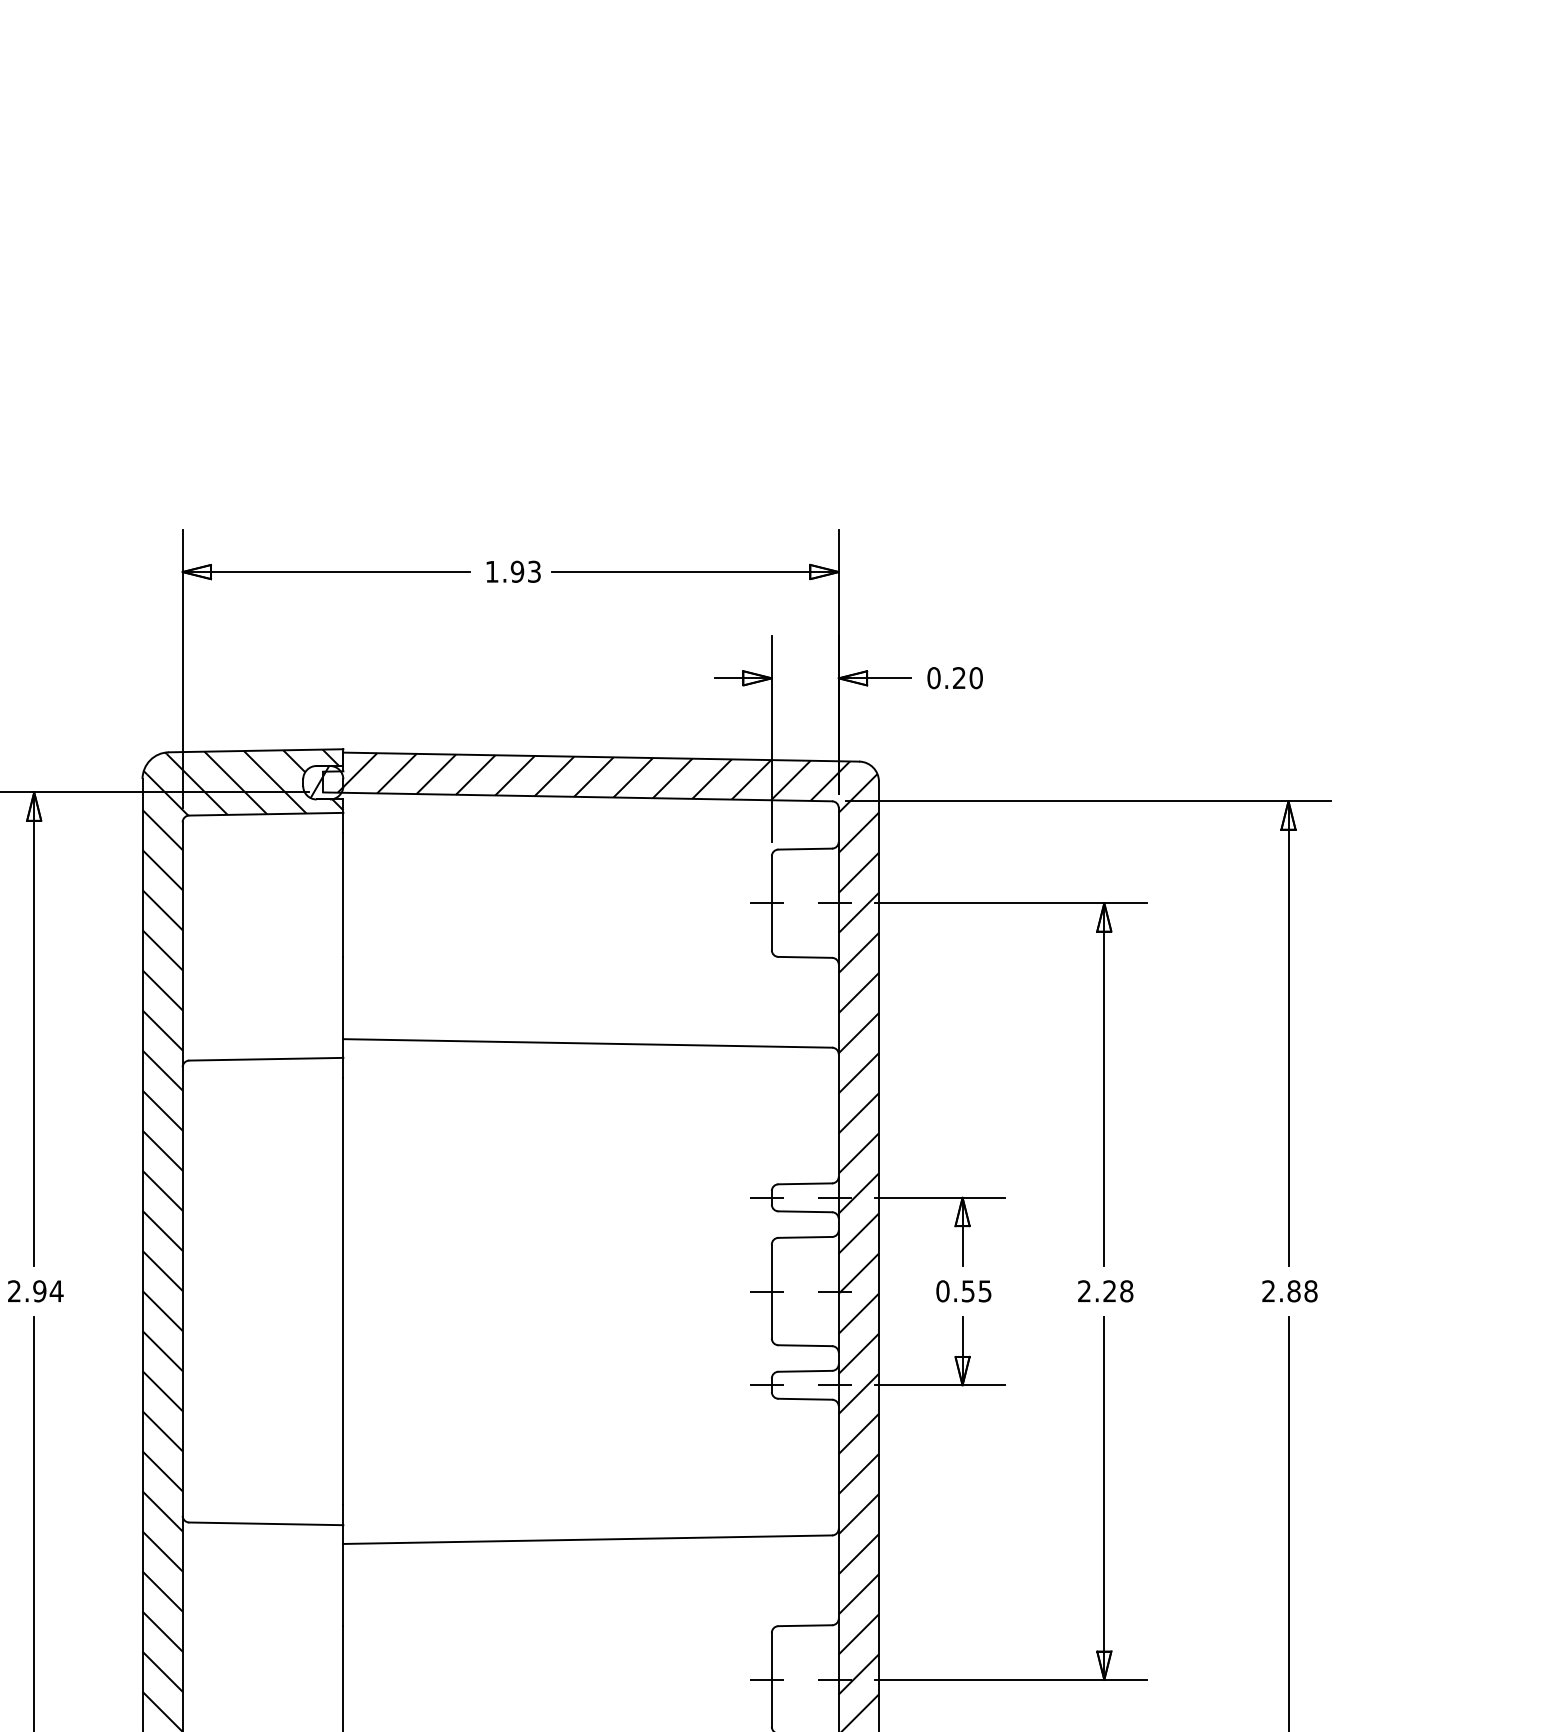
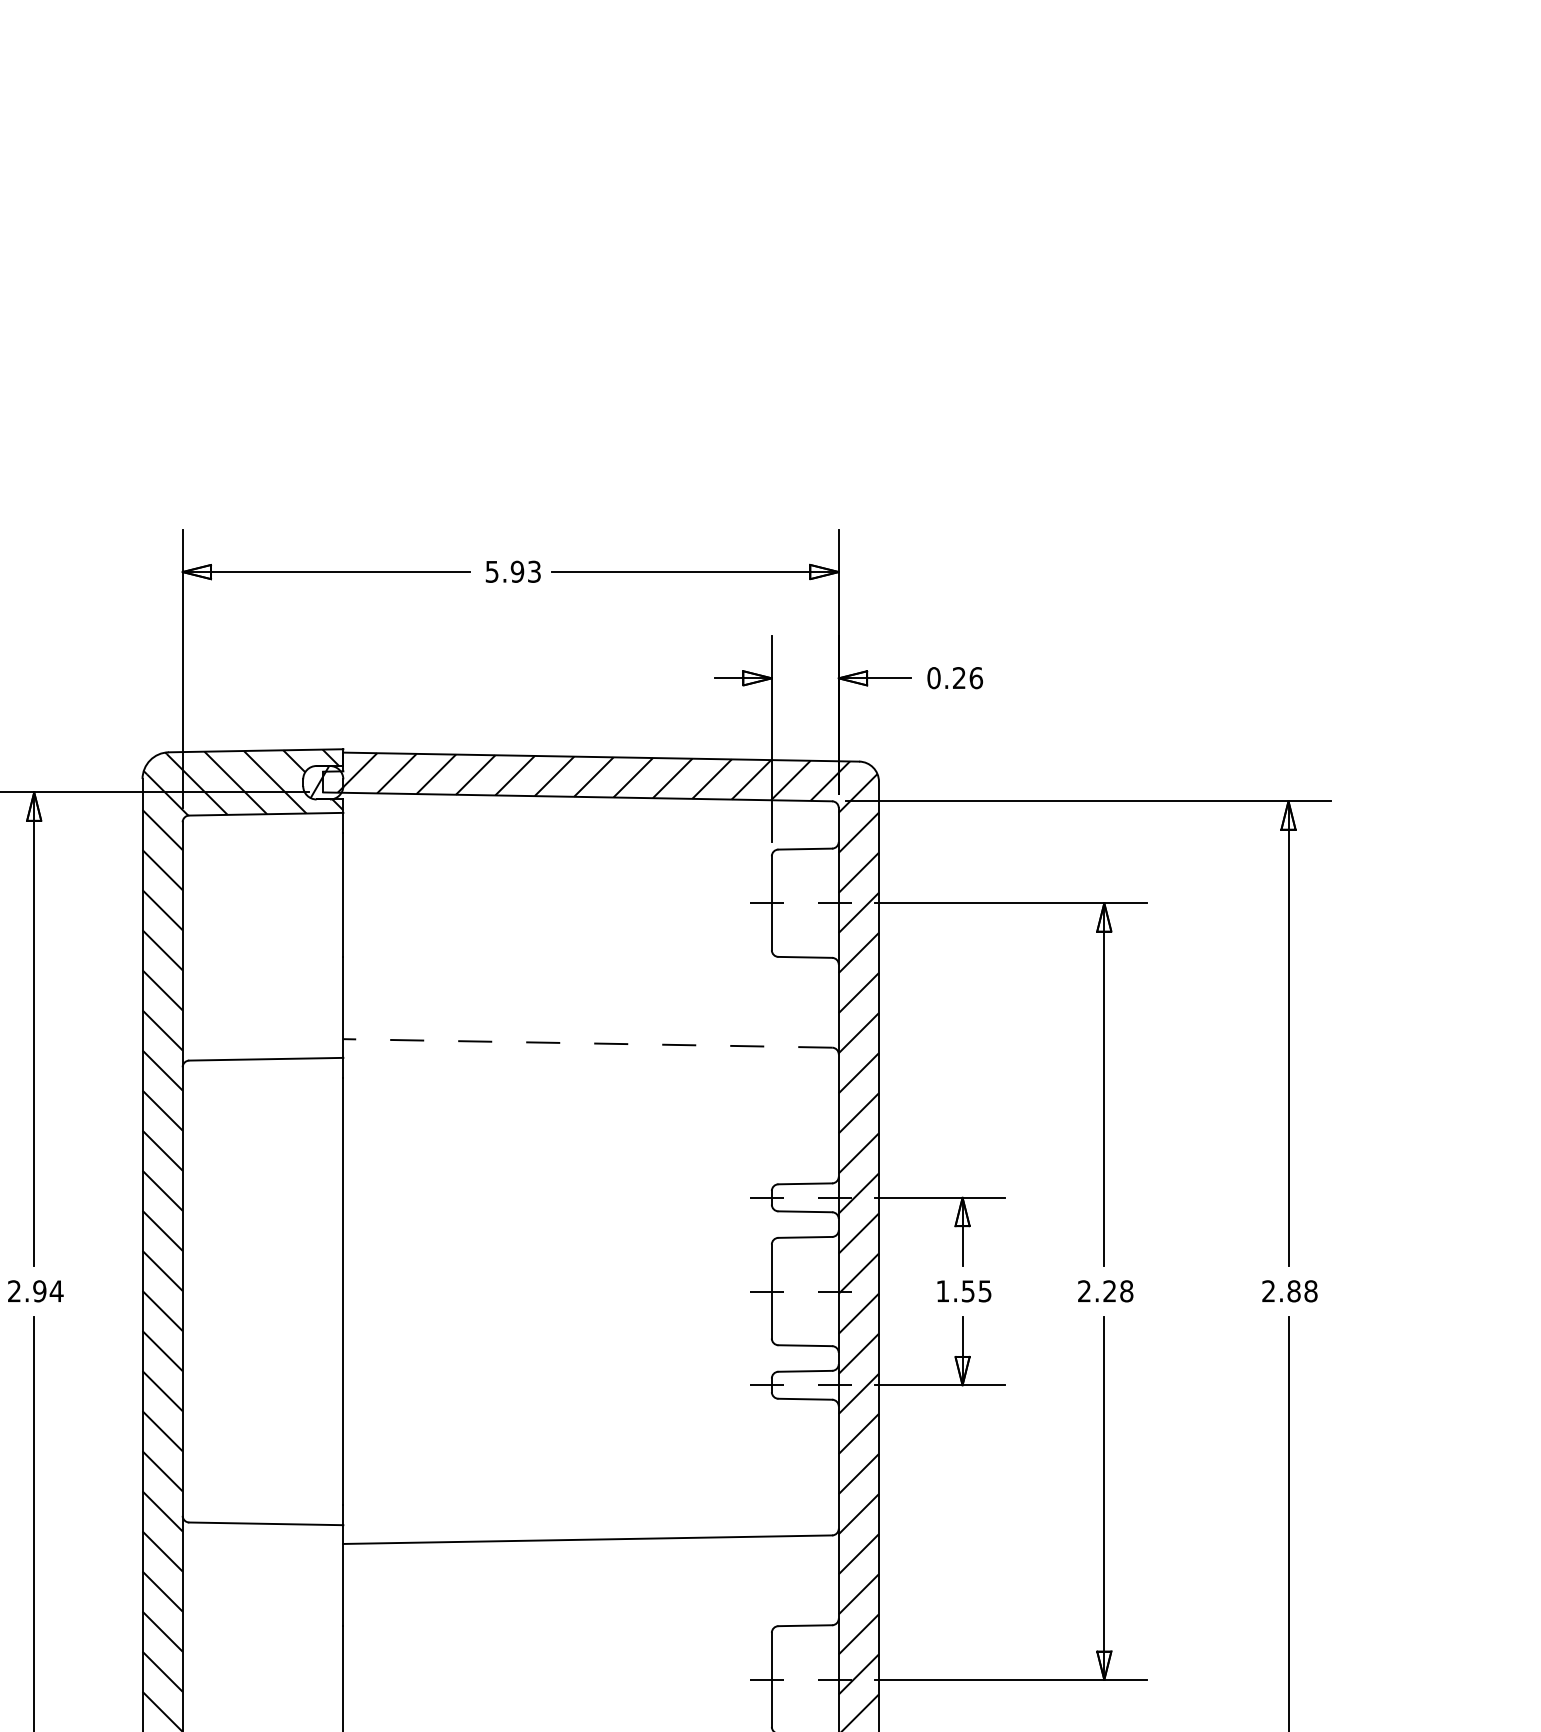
text at (491, 571): 1.93 -> 5.93
text at (976, 677): 0.20 -> 0.26
line at (587, 1043): solid -> dashed
text at (942, 1291): 0.55 -> 1.55
